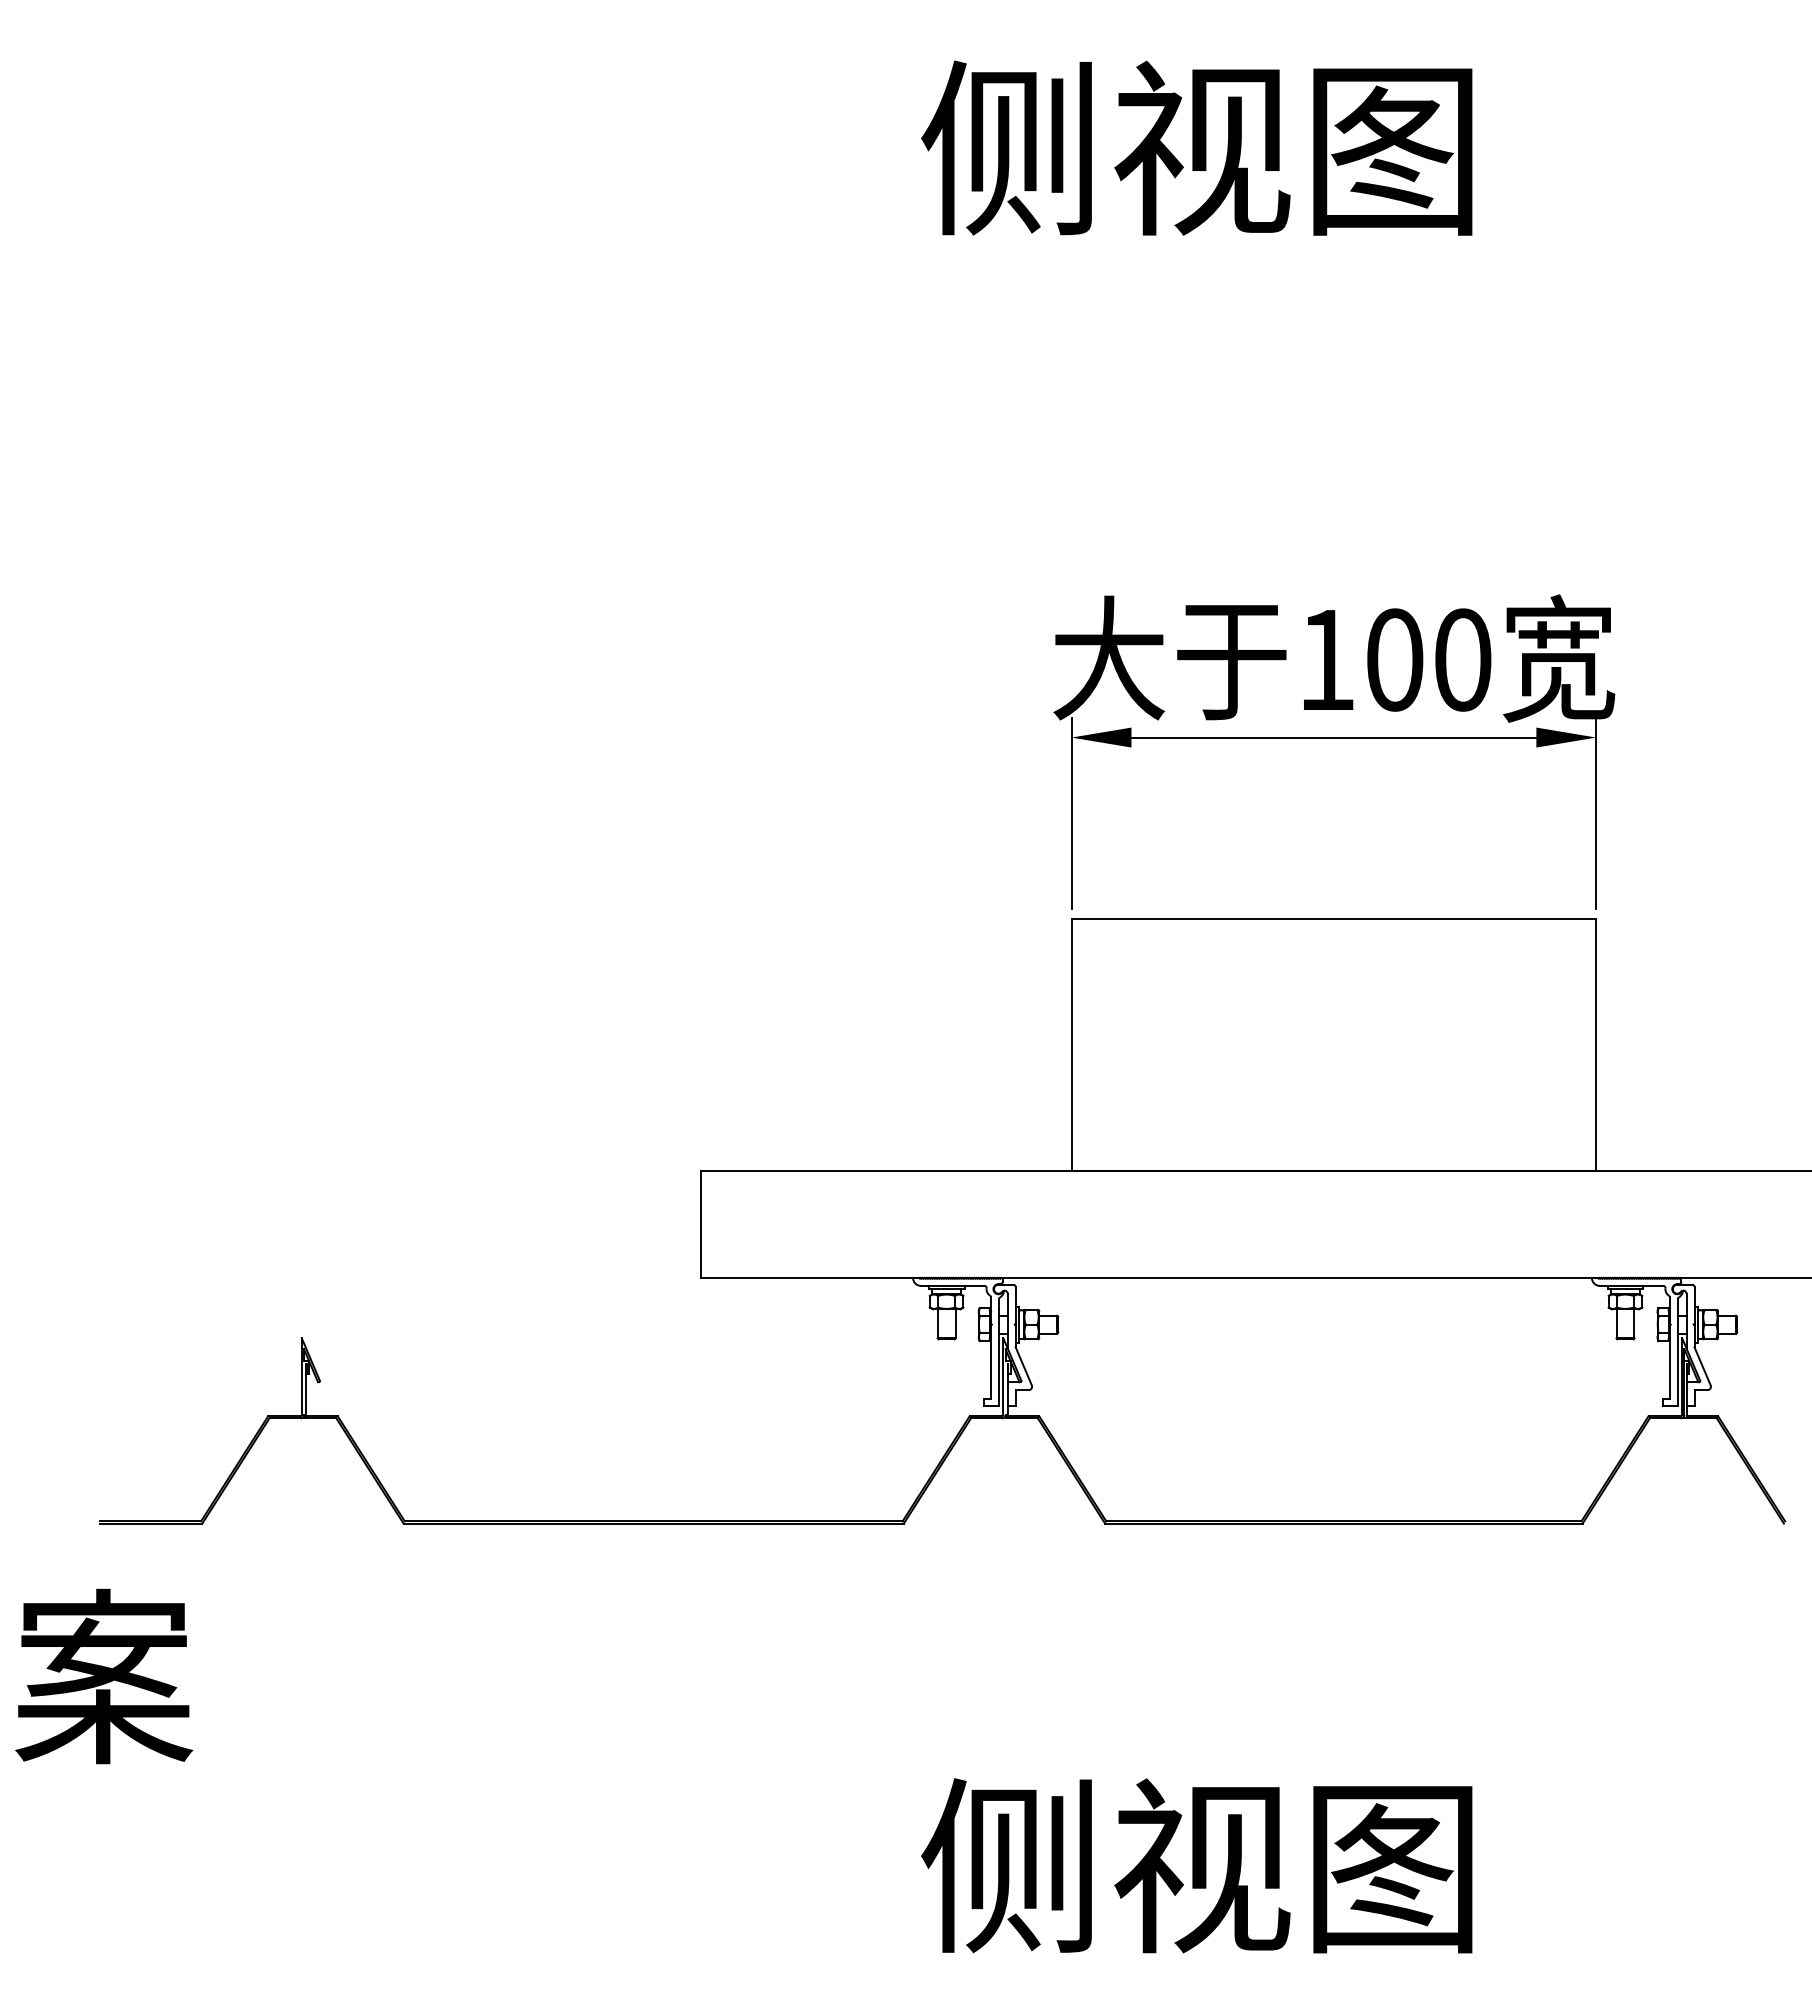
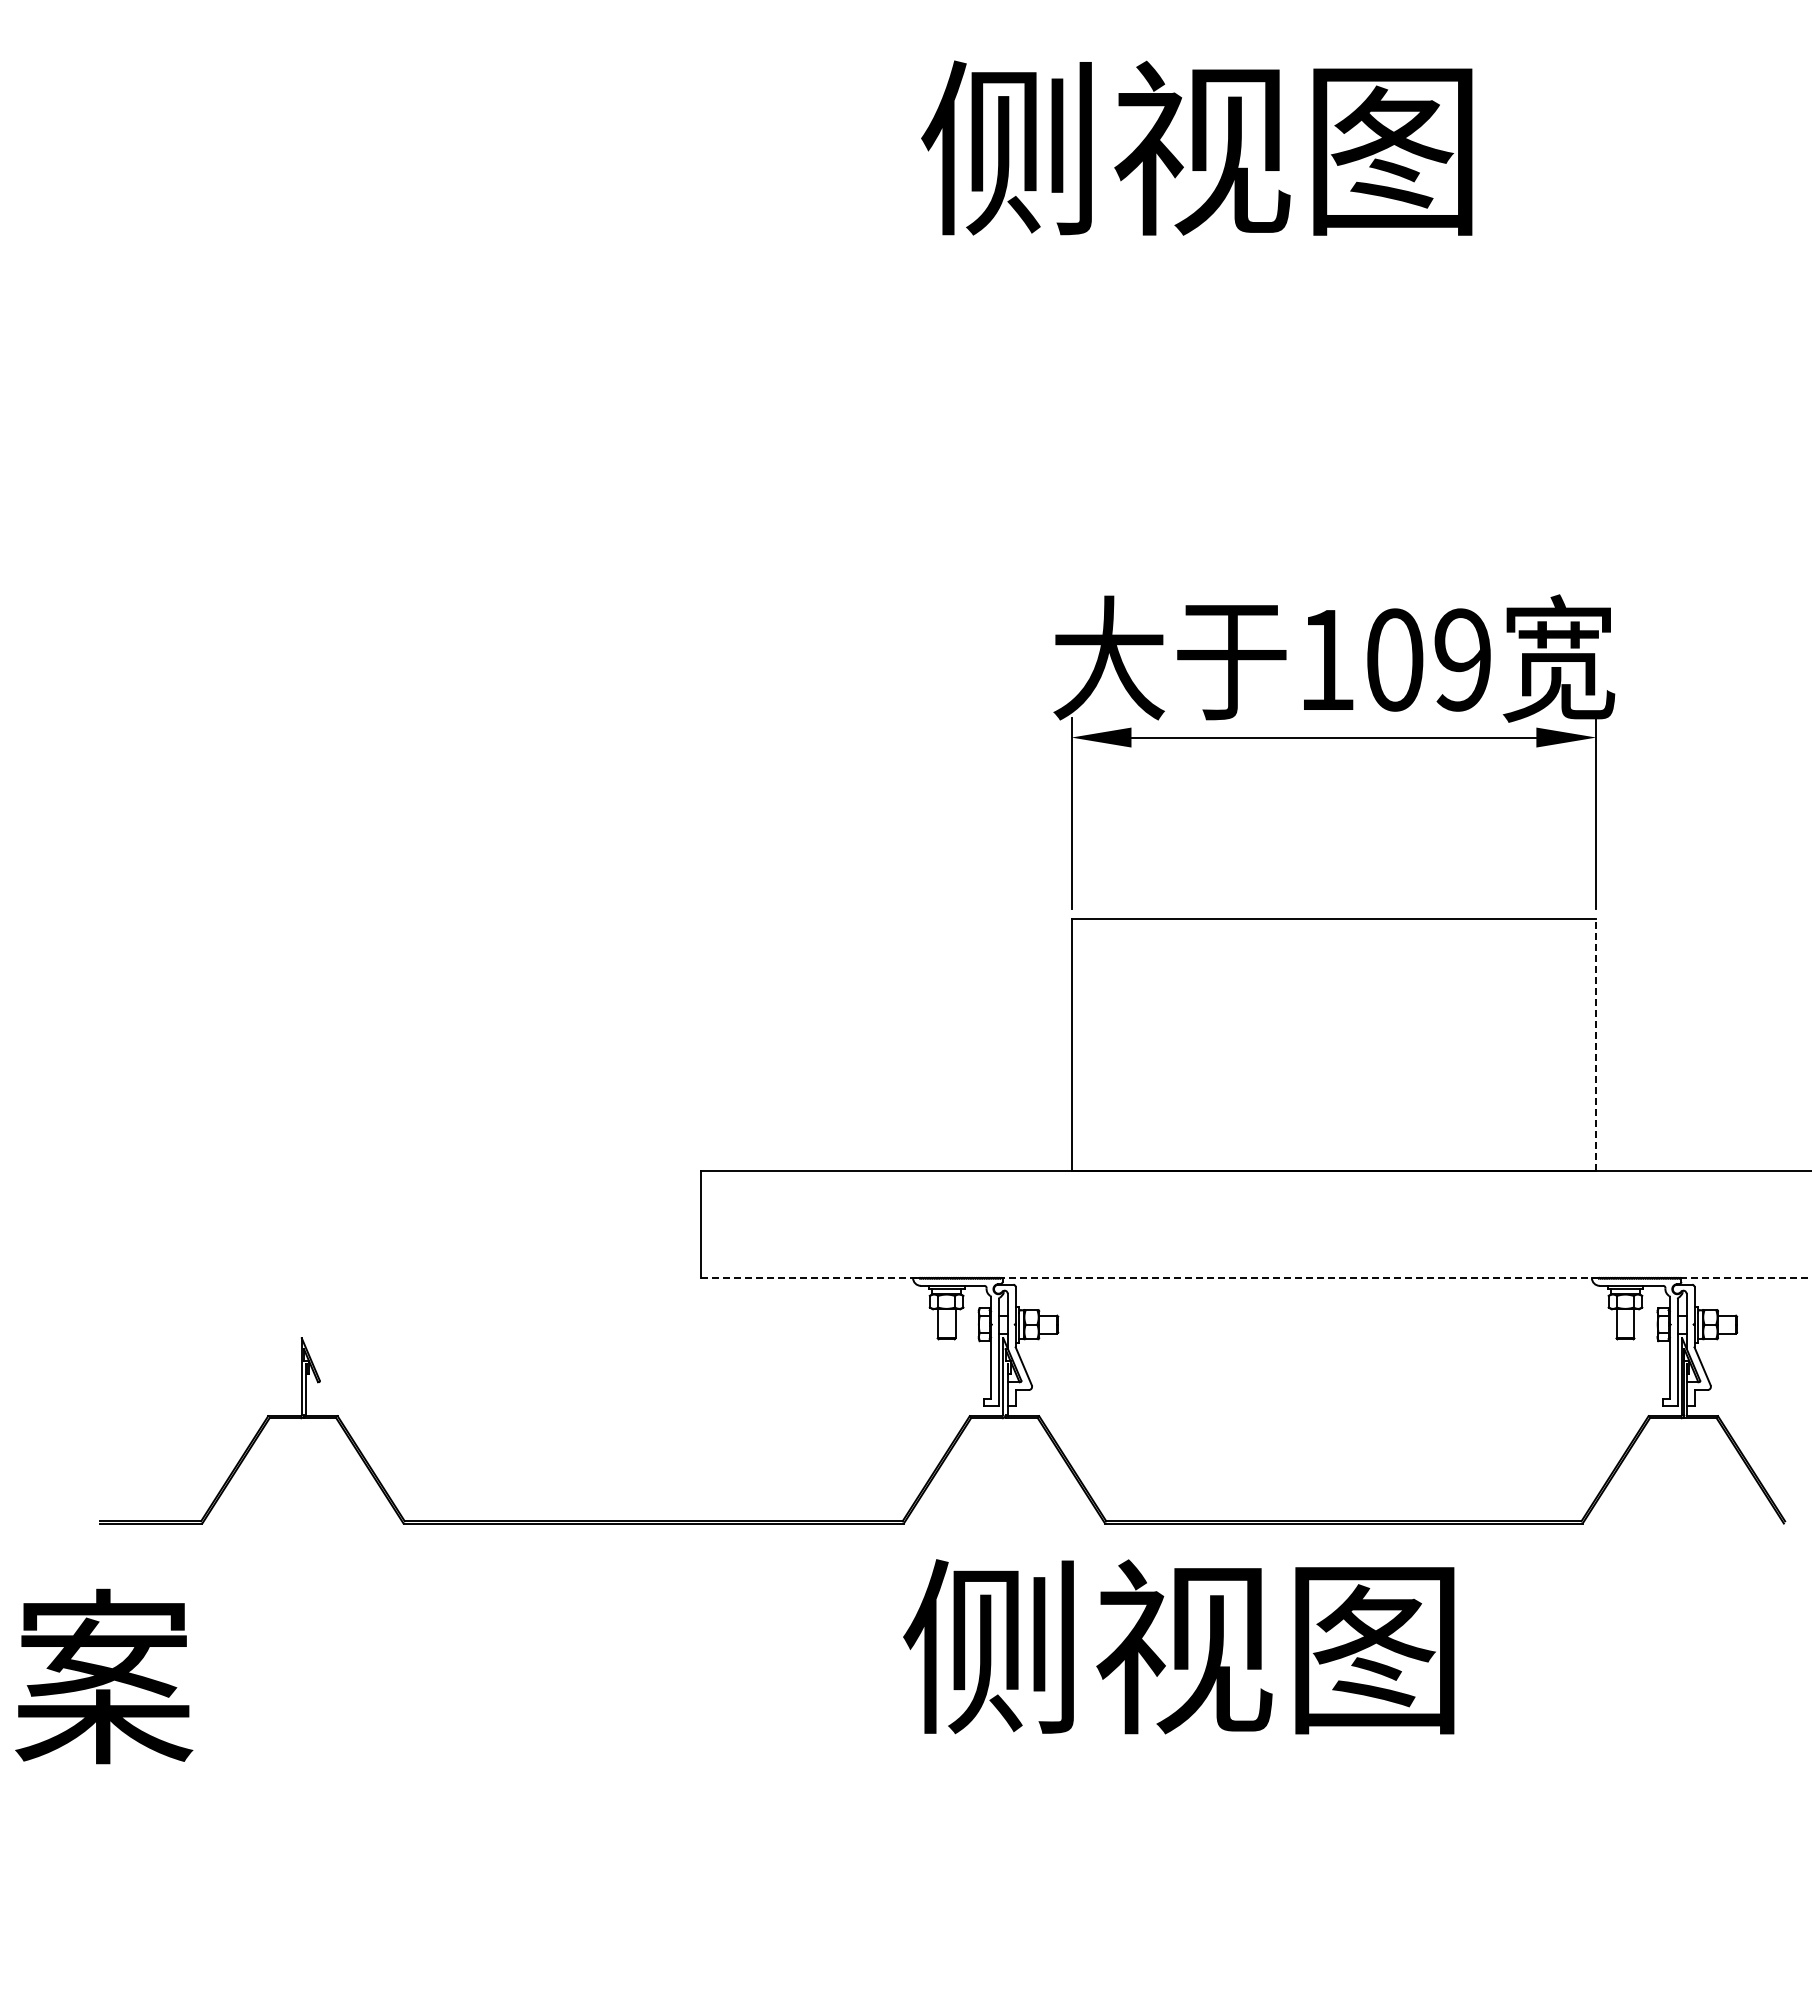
text at (1462, 659): 100 -> 109
line at (1596, 1044): solid -> dashed
line at (1256, 1278): solid -> dashed
text at (1196, 1865) position: (1196, 1865) -> (1178, 1646)
